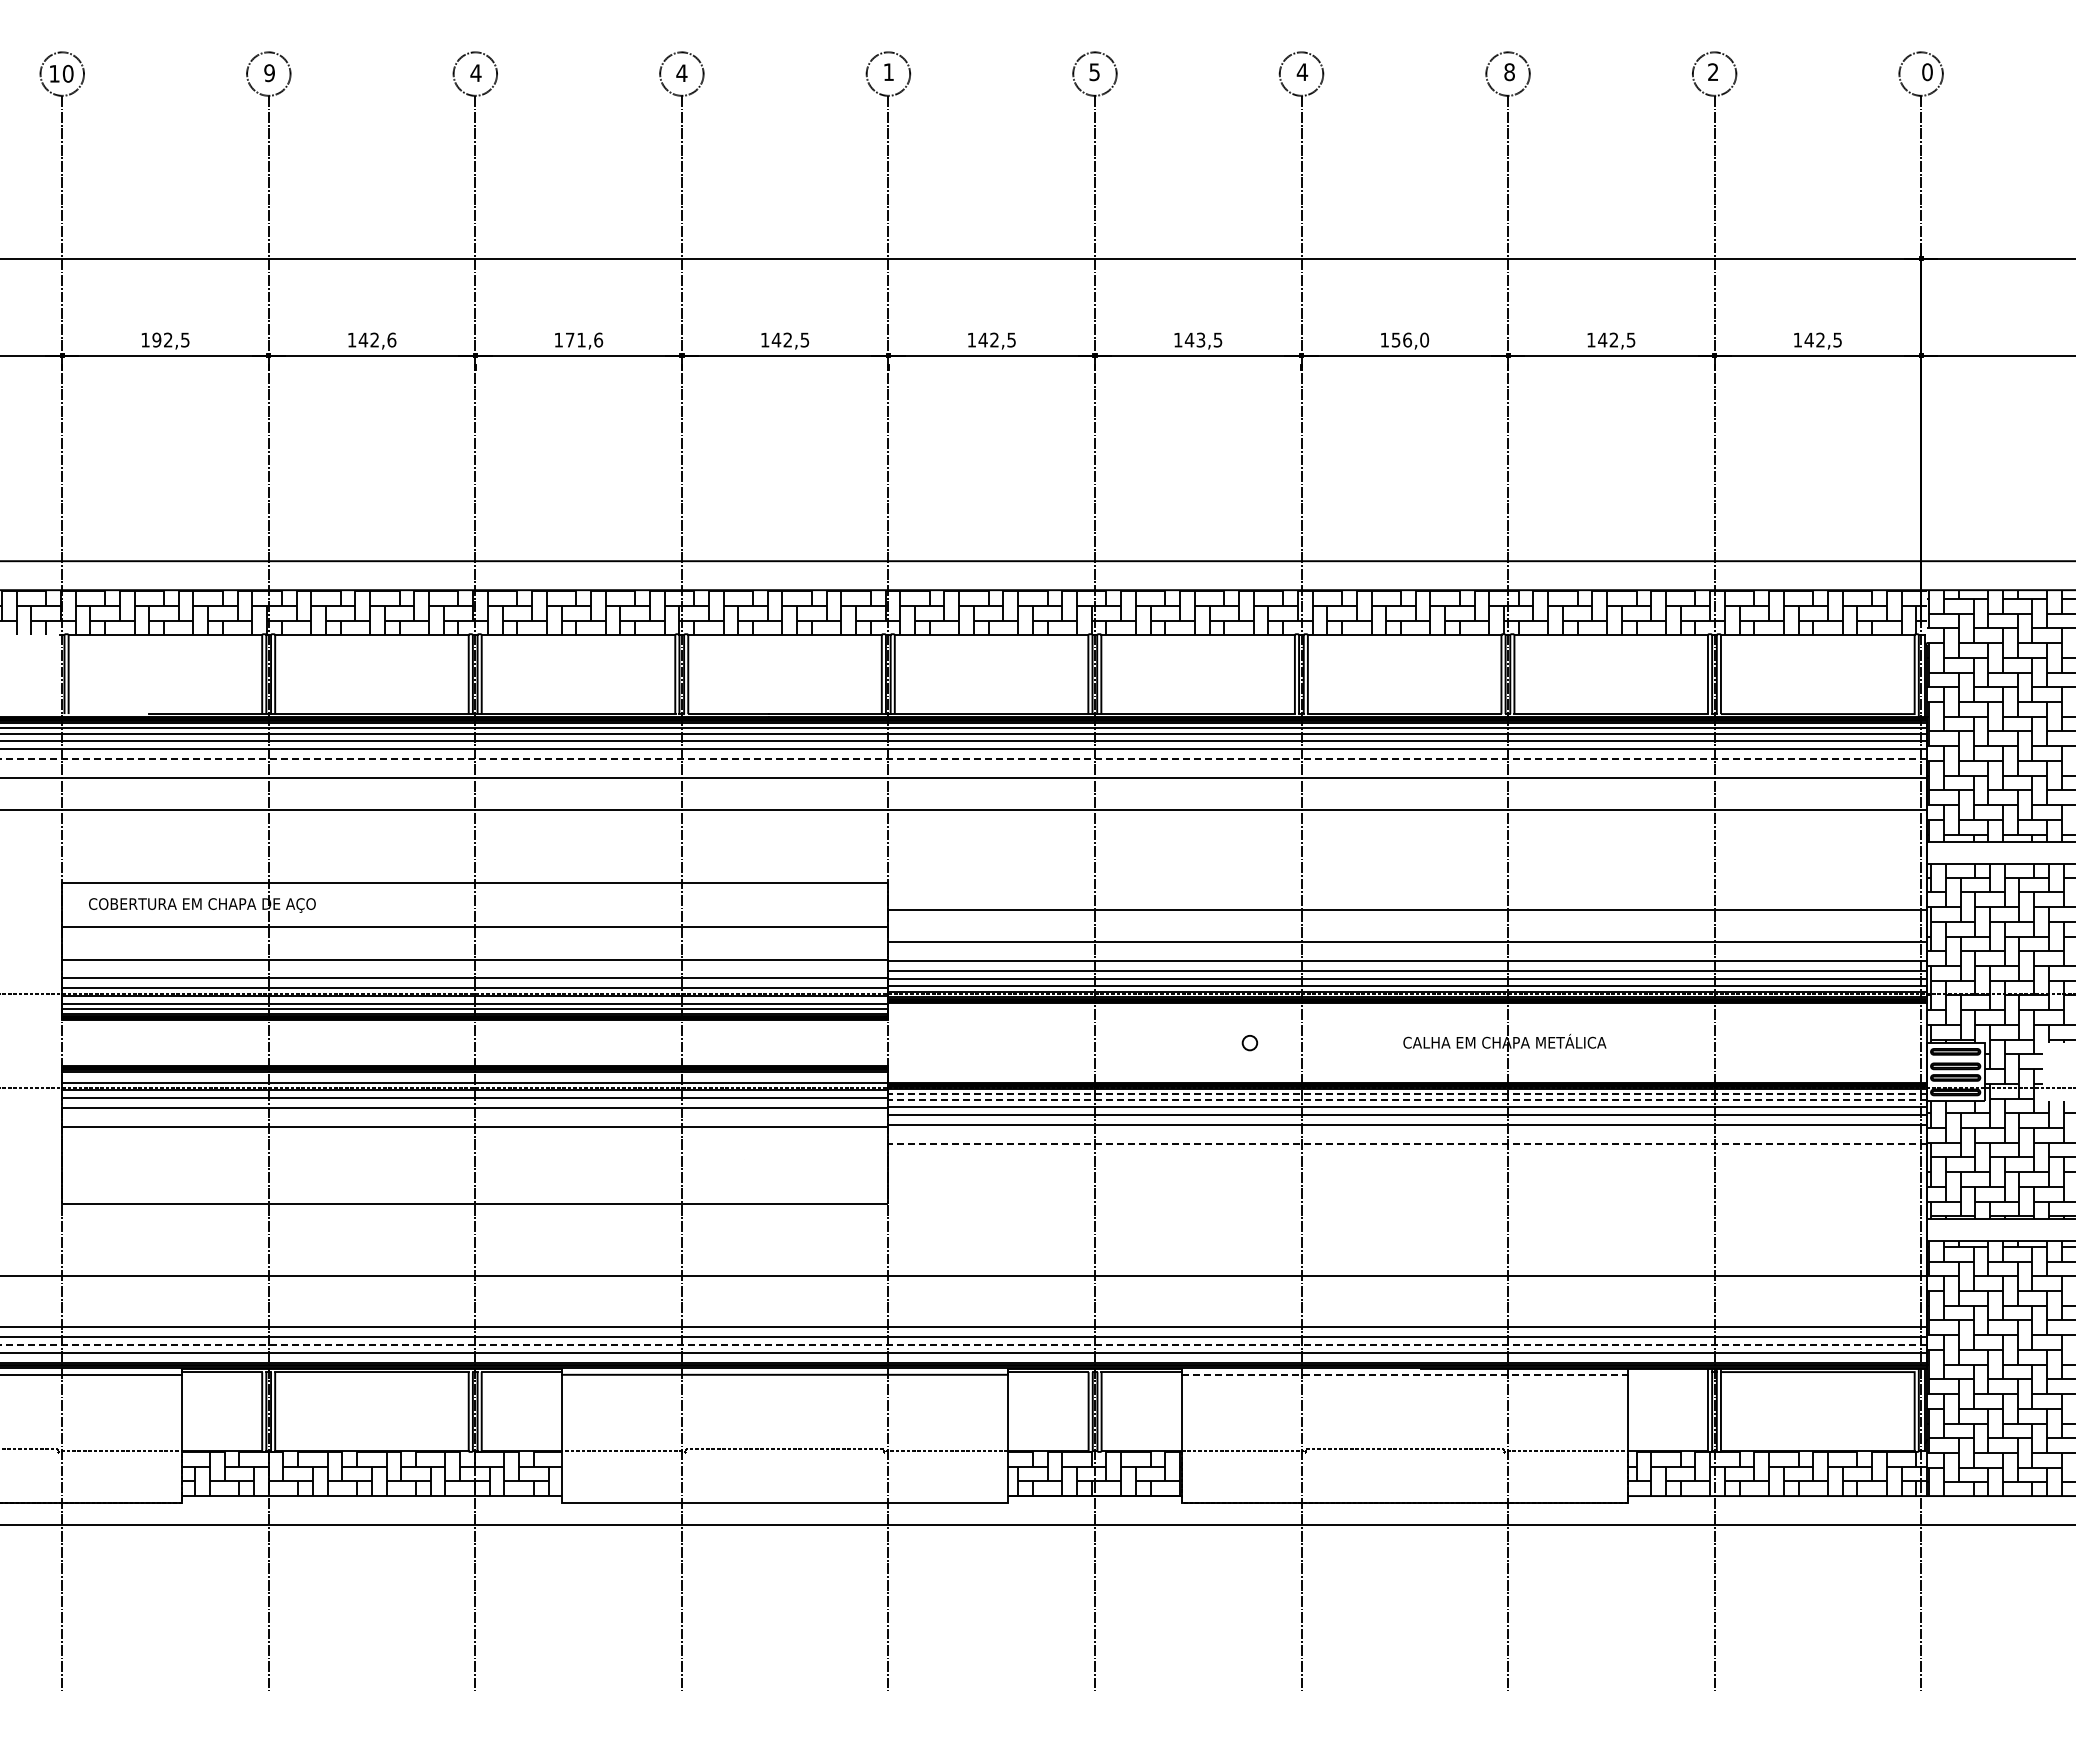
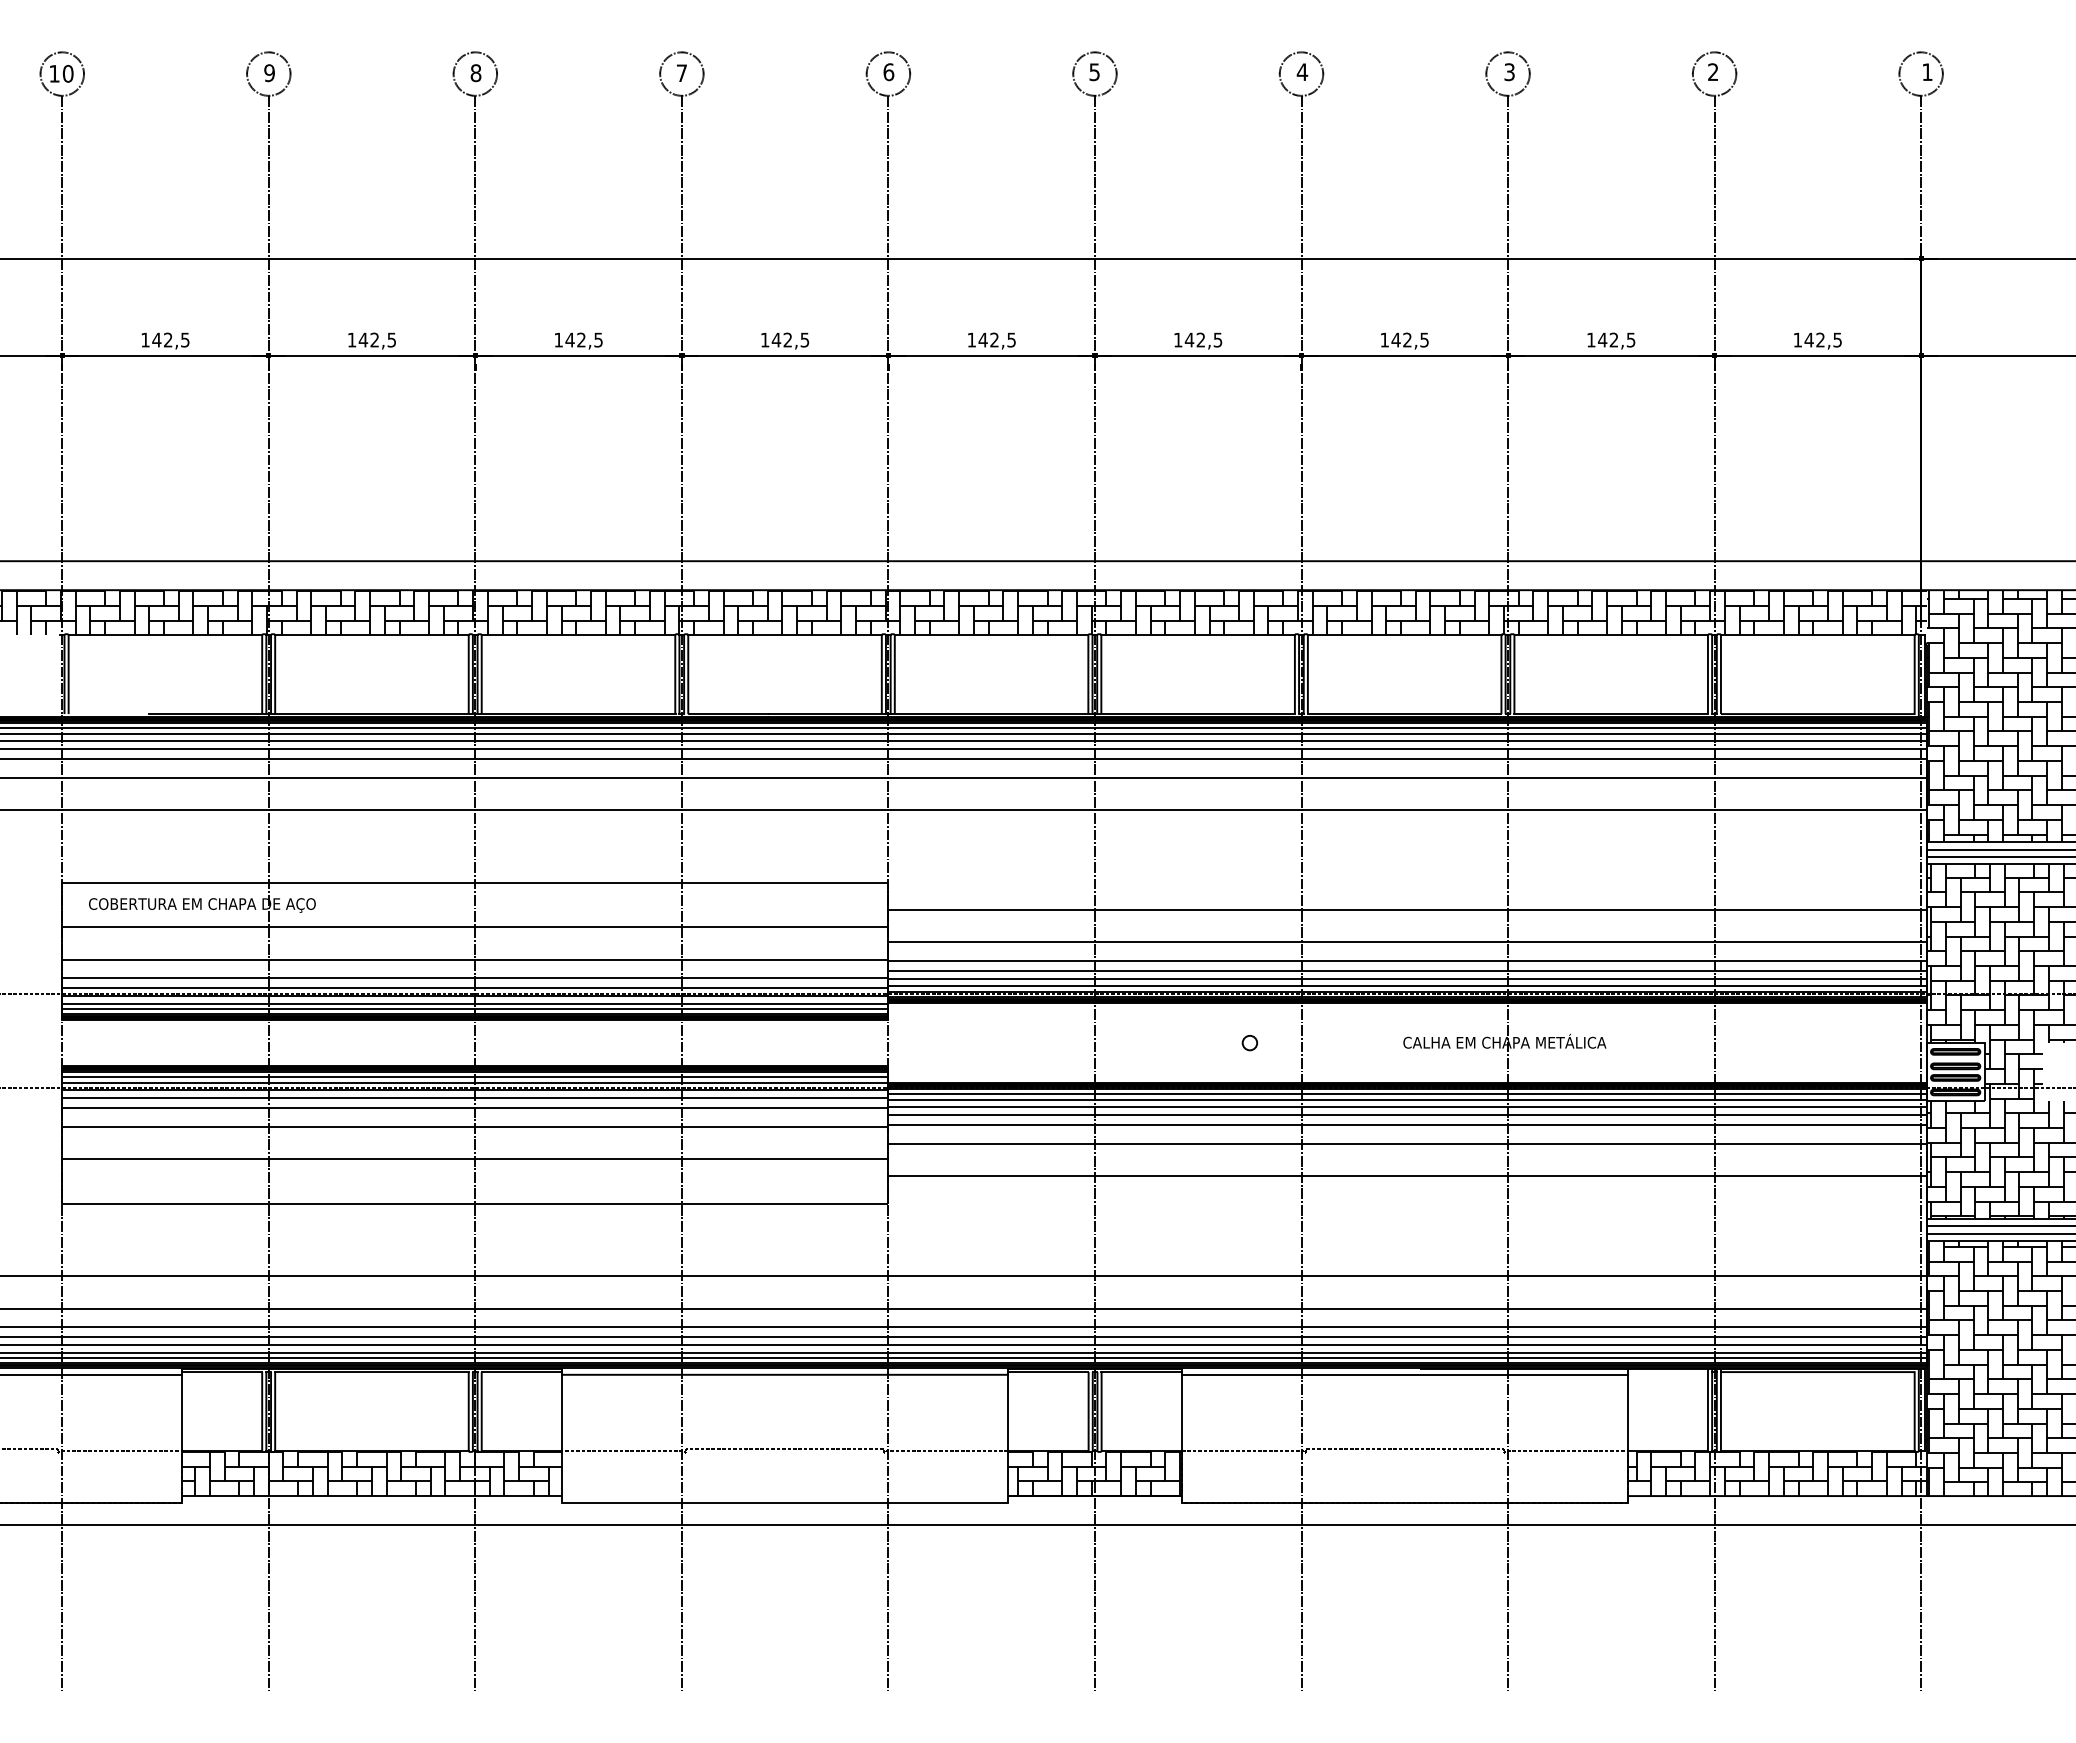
text at (681, 72): 4 -> 7
text at (888, 72): 1 -> 6
text at (1509, 72): 8 -> 3
text at (1927, 72): 0 -> 1
text at (475, 73): 4 -> 8
text at (156, 339): 192,5 -> 142,5
text at (391, 339): 142,6 -> 142,5
text at (584, 339): 171,6 -> 142,5
text at (1410, 339): 156,0 -> 142,5
text at (1200, 340): 143,5 -> 142,5
line at (963, 758): dashed -> solid
line at (1999, 849): none -> present
line at (1999, 856): none -> present
line at (475, 1076): none -> present
line at (1407, 1093): dashed -> solid
line at (1407, 1099): dashed -> solid
line at (1407, 1143): dashed -> solid
line at (475, 1159): none -> present
line at (1407, 1176): none -> present
line at (1999, 1226): none -> present
line at (1999, 1233): none -> present
line at (964, 1308): none -> present
line at (963, 1345): dashed -> solid
line at (964, 1358): none -> present
line at (1404, 1374): dashed -> solid
